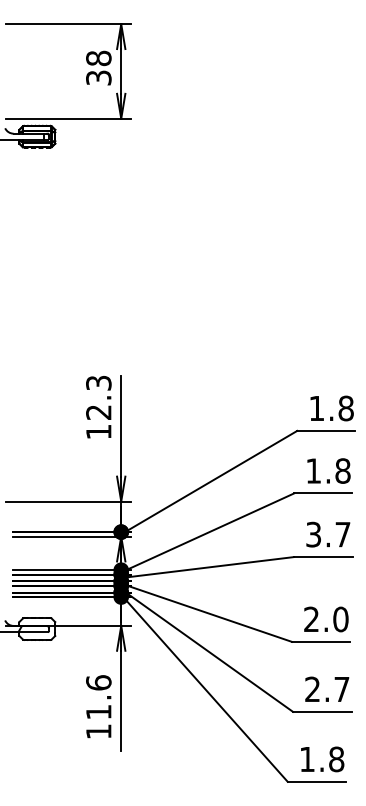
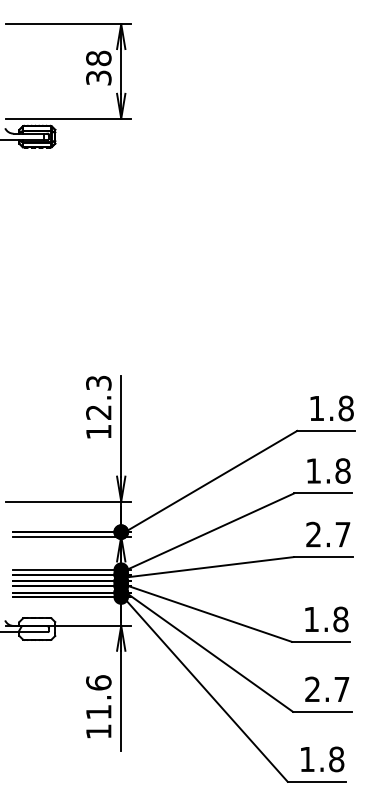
text at (313, 534): 3.7 -> 2.7
text at (326, 618): 2.0 -> 1.8
